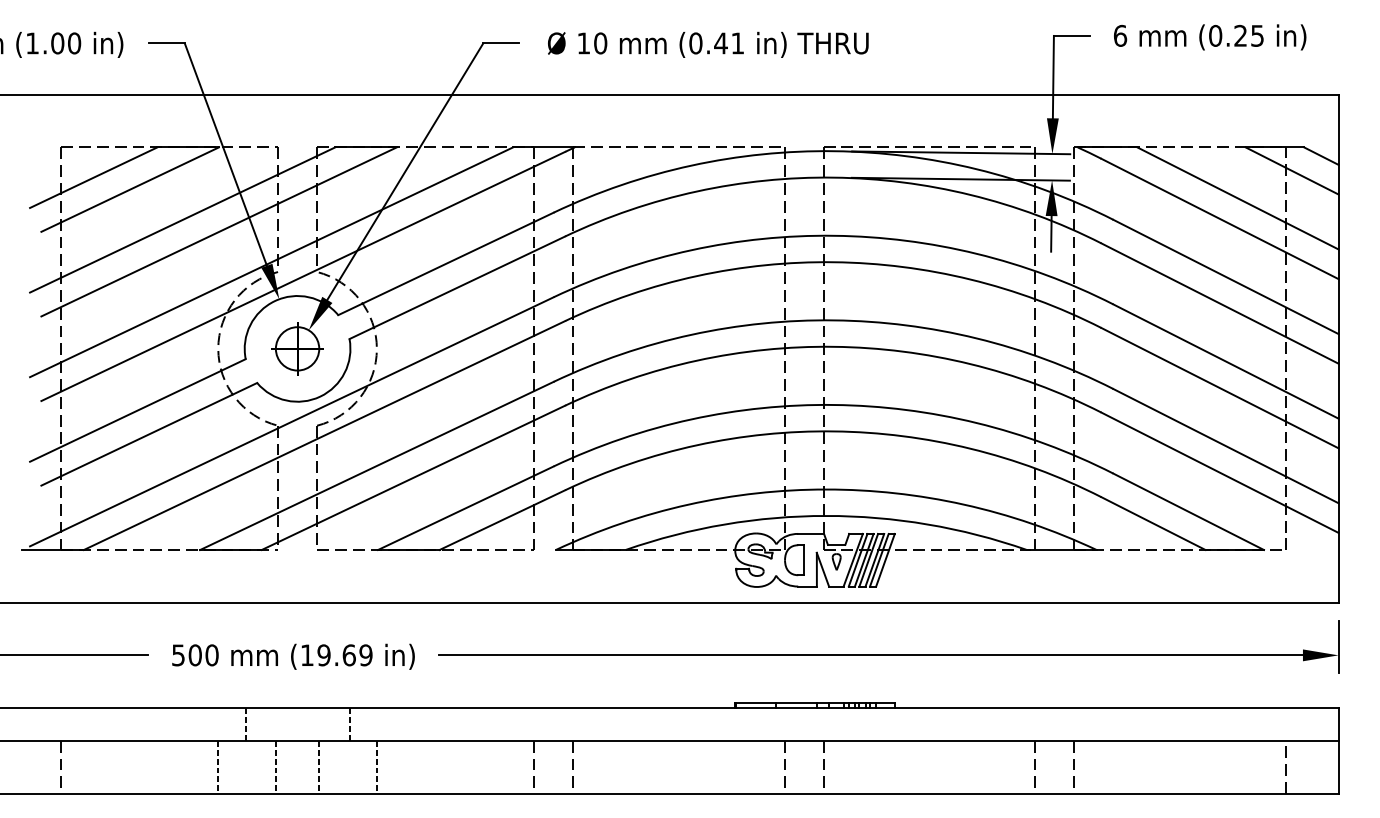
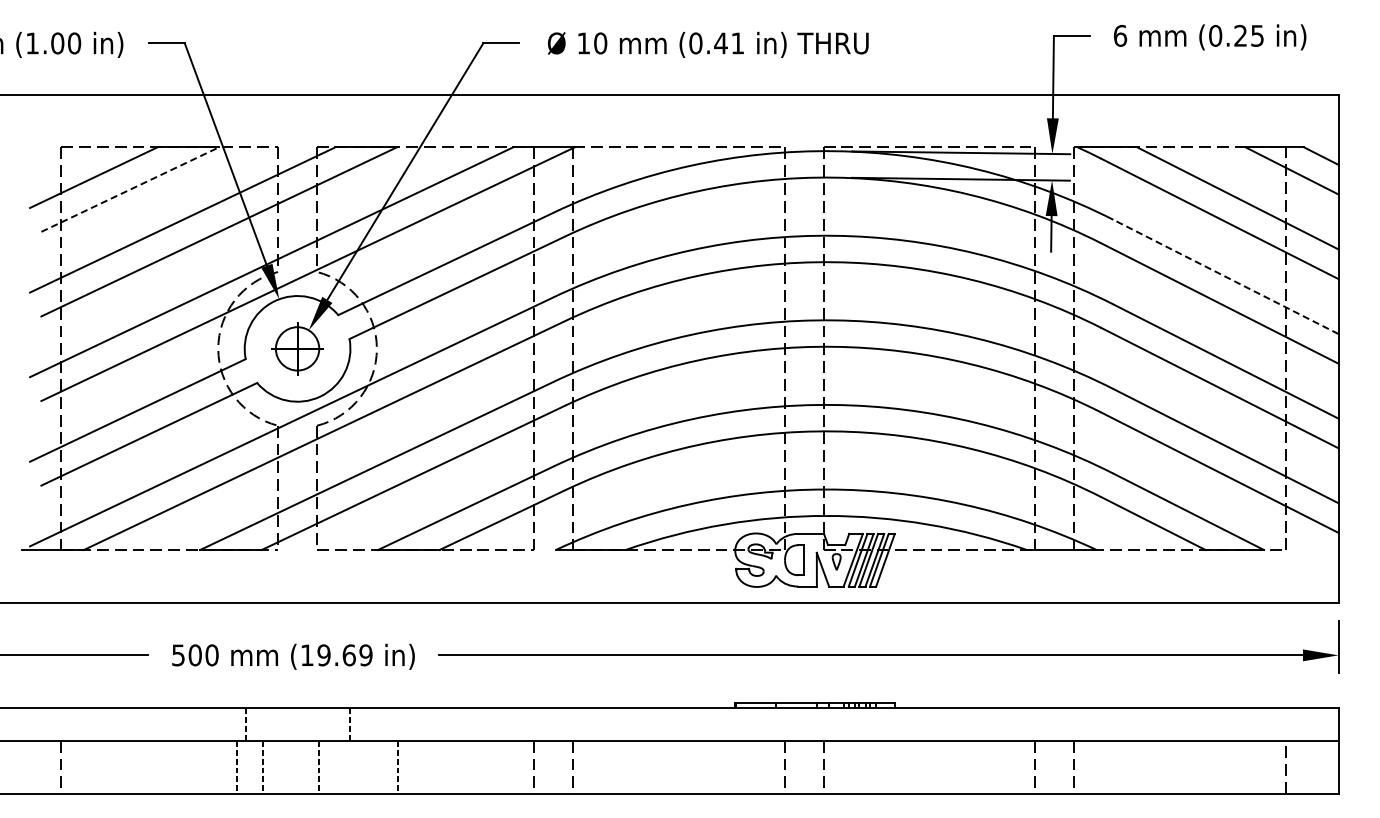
line at (130, 189): solid -> dashed
line at (1225, 276): solid -> dashed
line at (218, 766) position: (218, 766) -> (237, 766)
line at (276, 766) position: (276, 766) -> (263, 766)
line at (376, 766) position: (376, 766) -> (397, 766)
